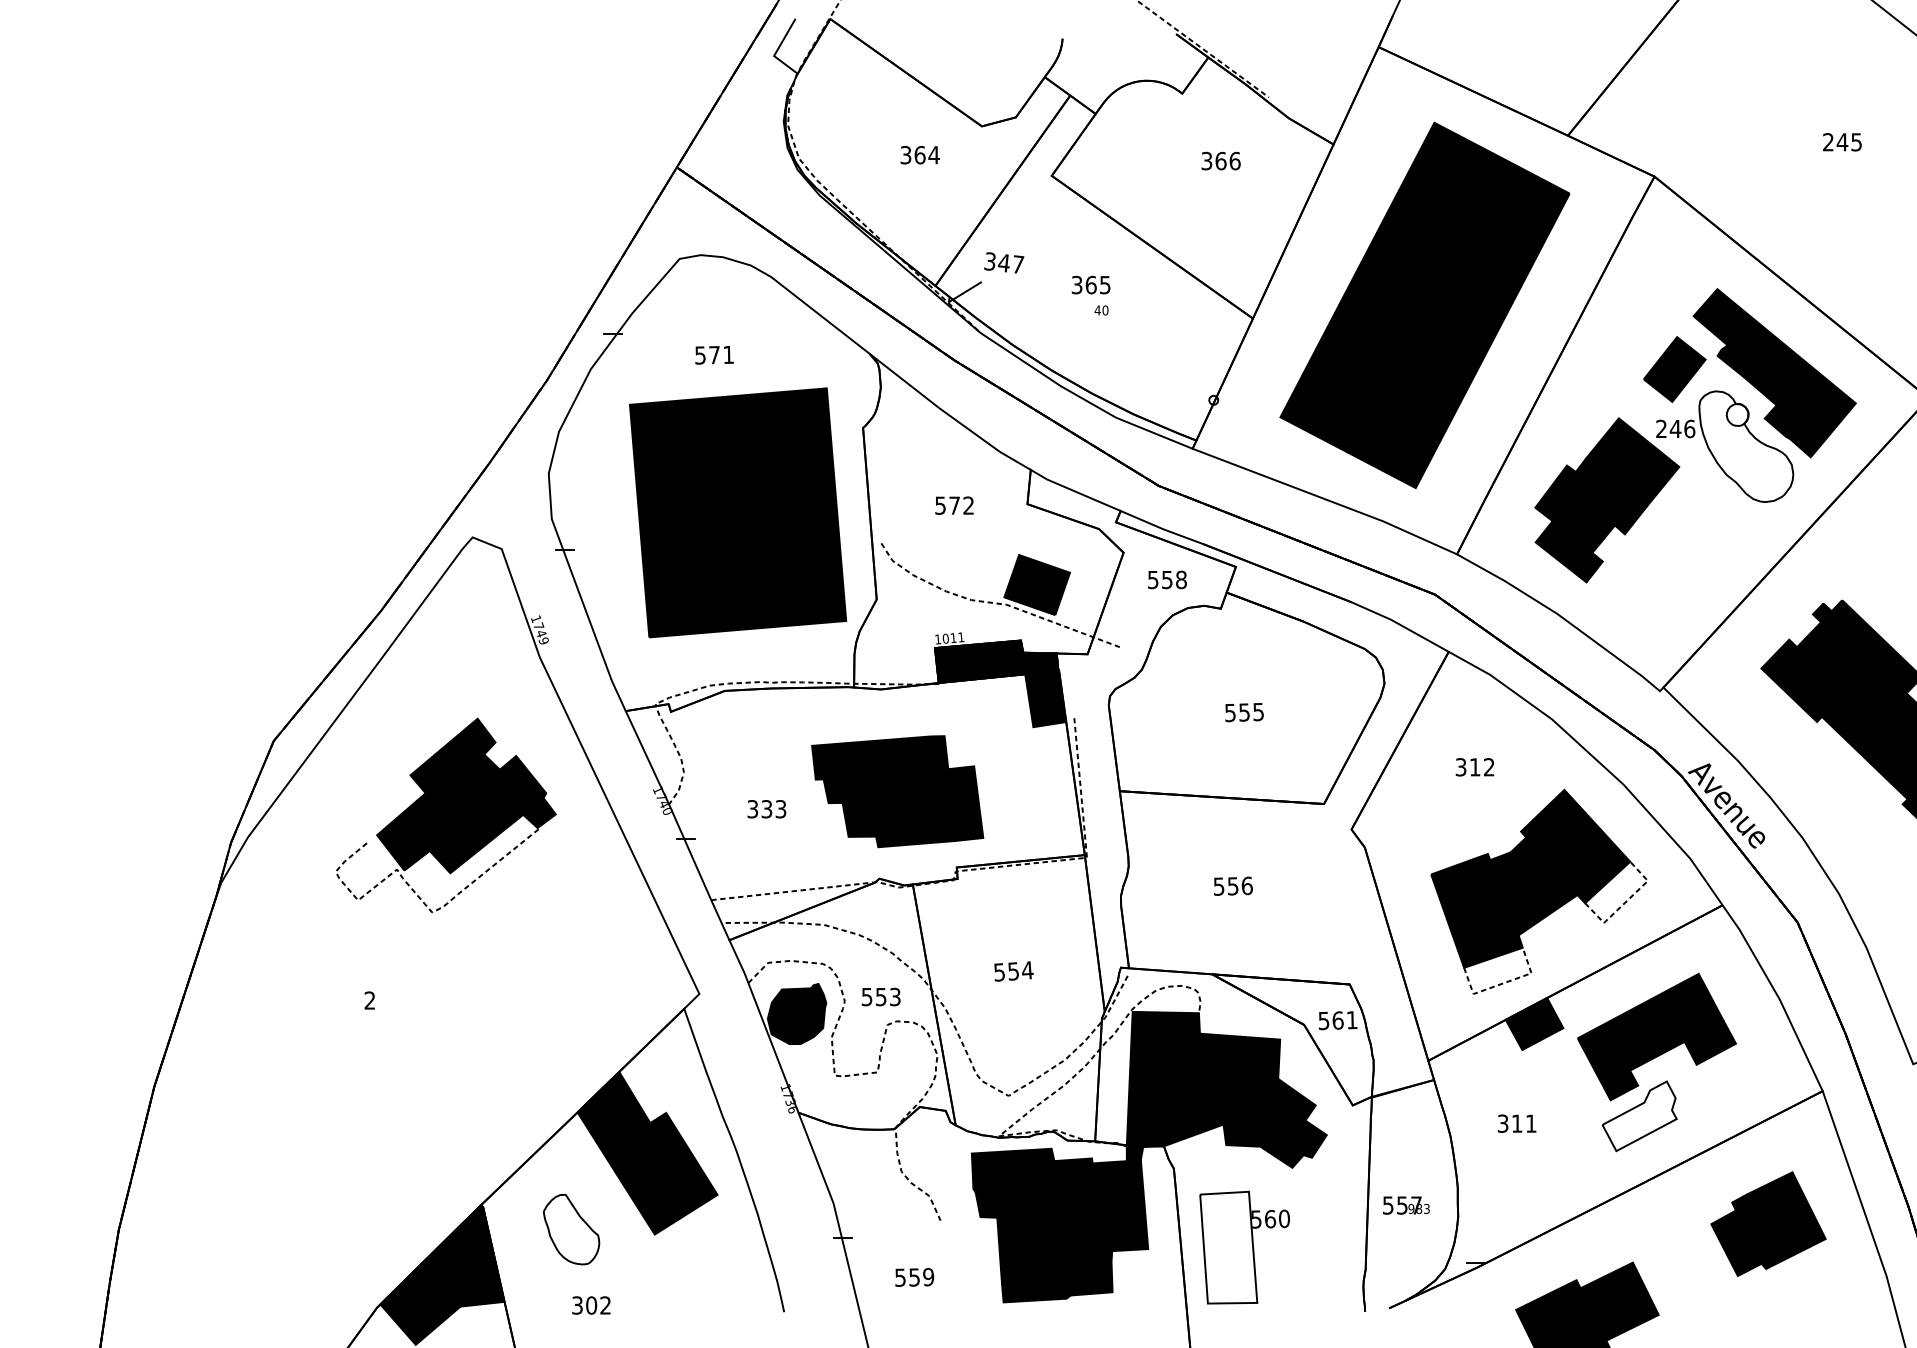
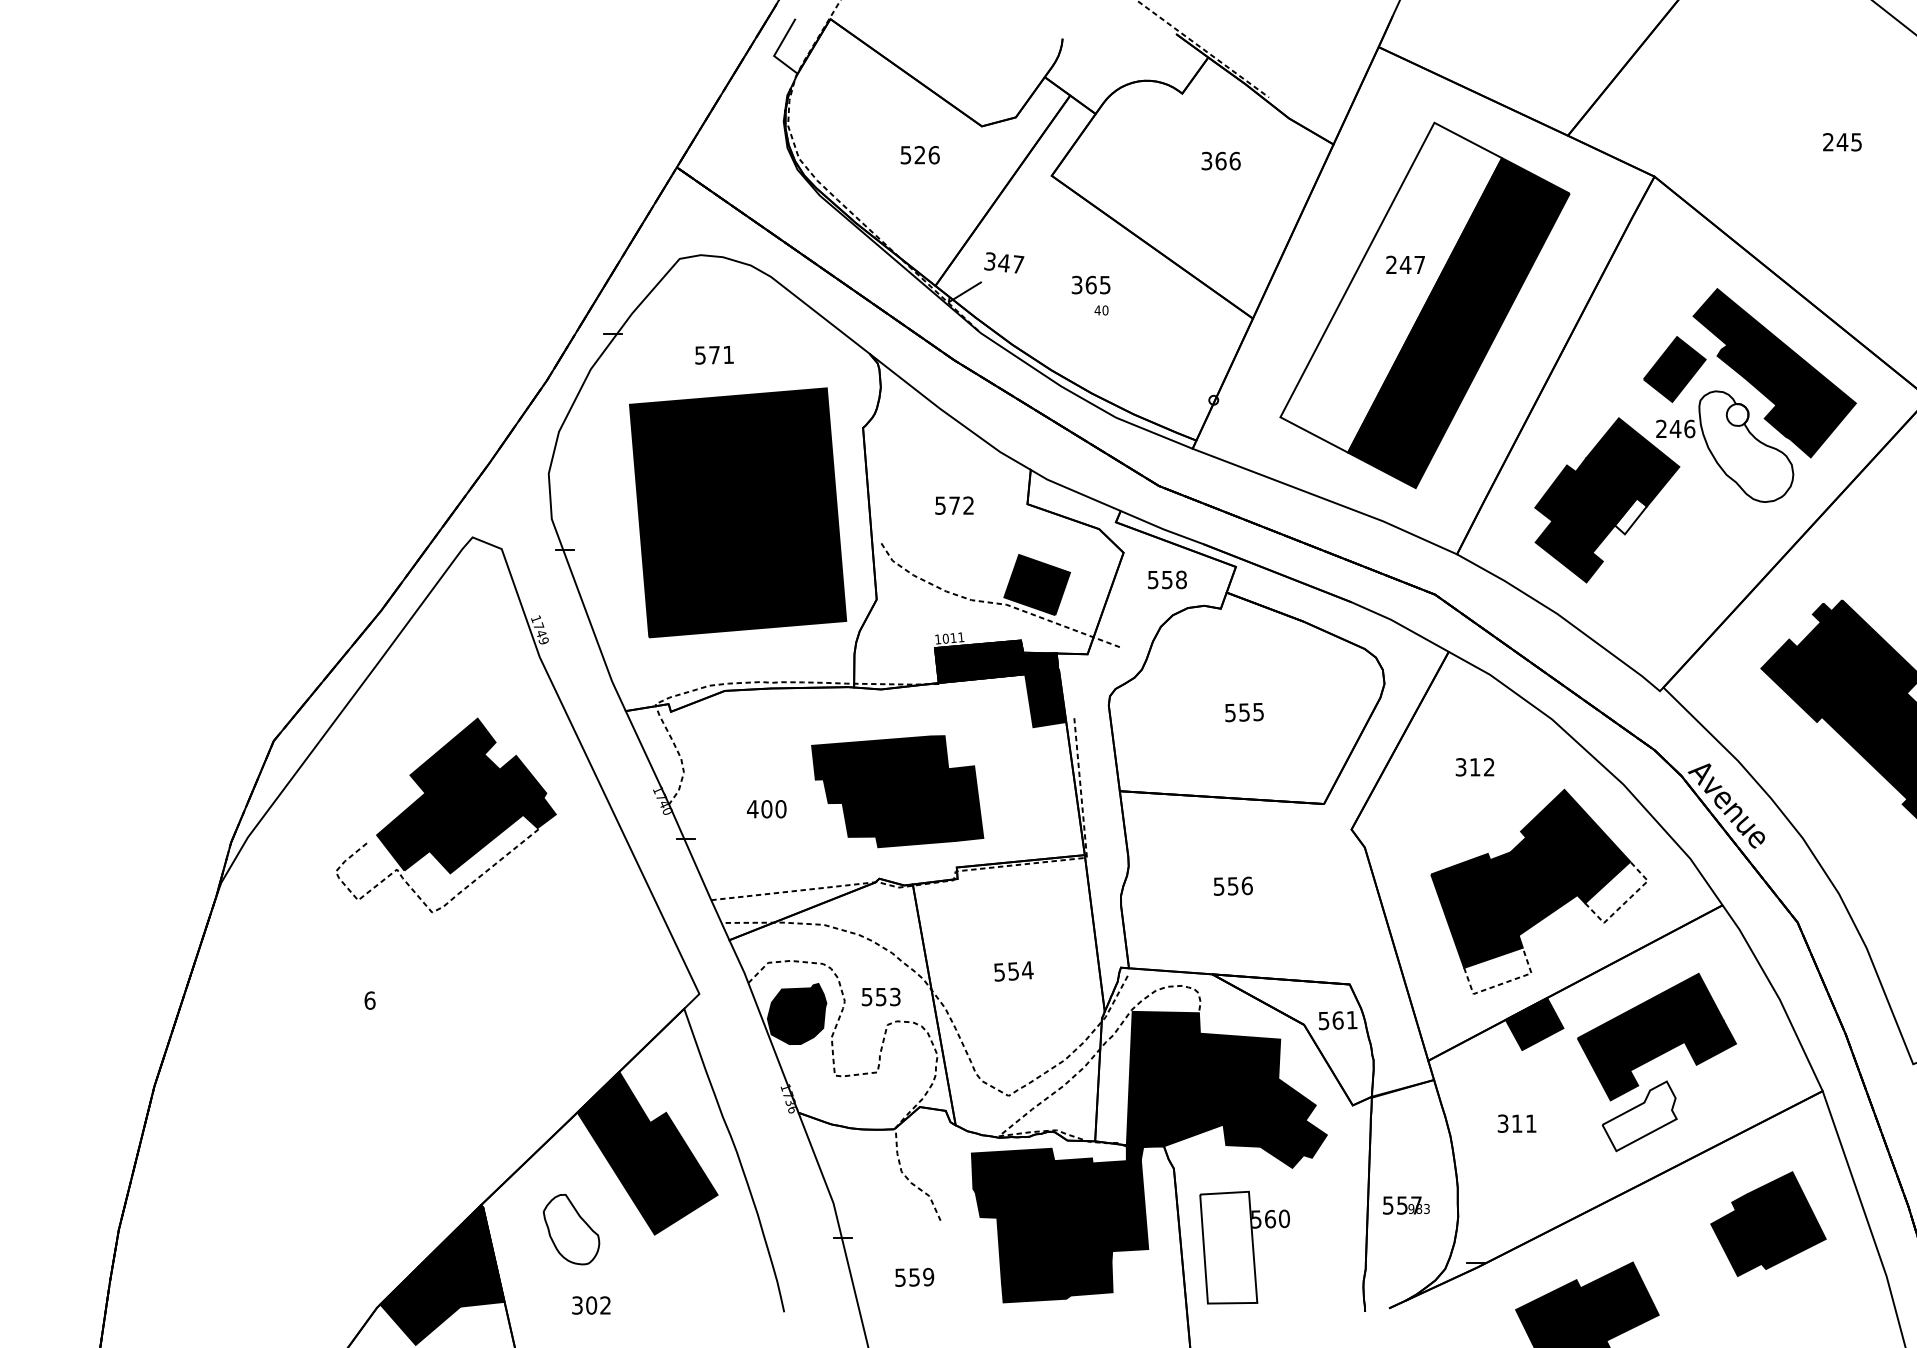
text at (920, 155): 364 -> 526
fill at (1391, 287): present -> none
fill at (1630, 516): present -> none
text at (766, 809): 333 -> 400
text at (369, 1000): 2 -> 6
